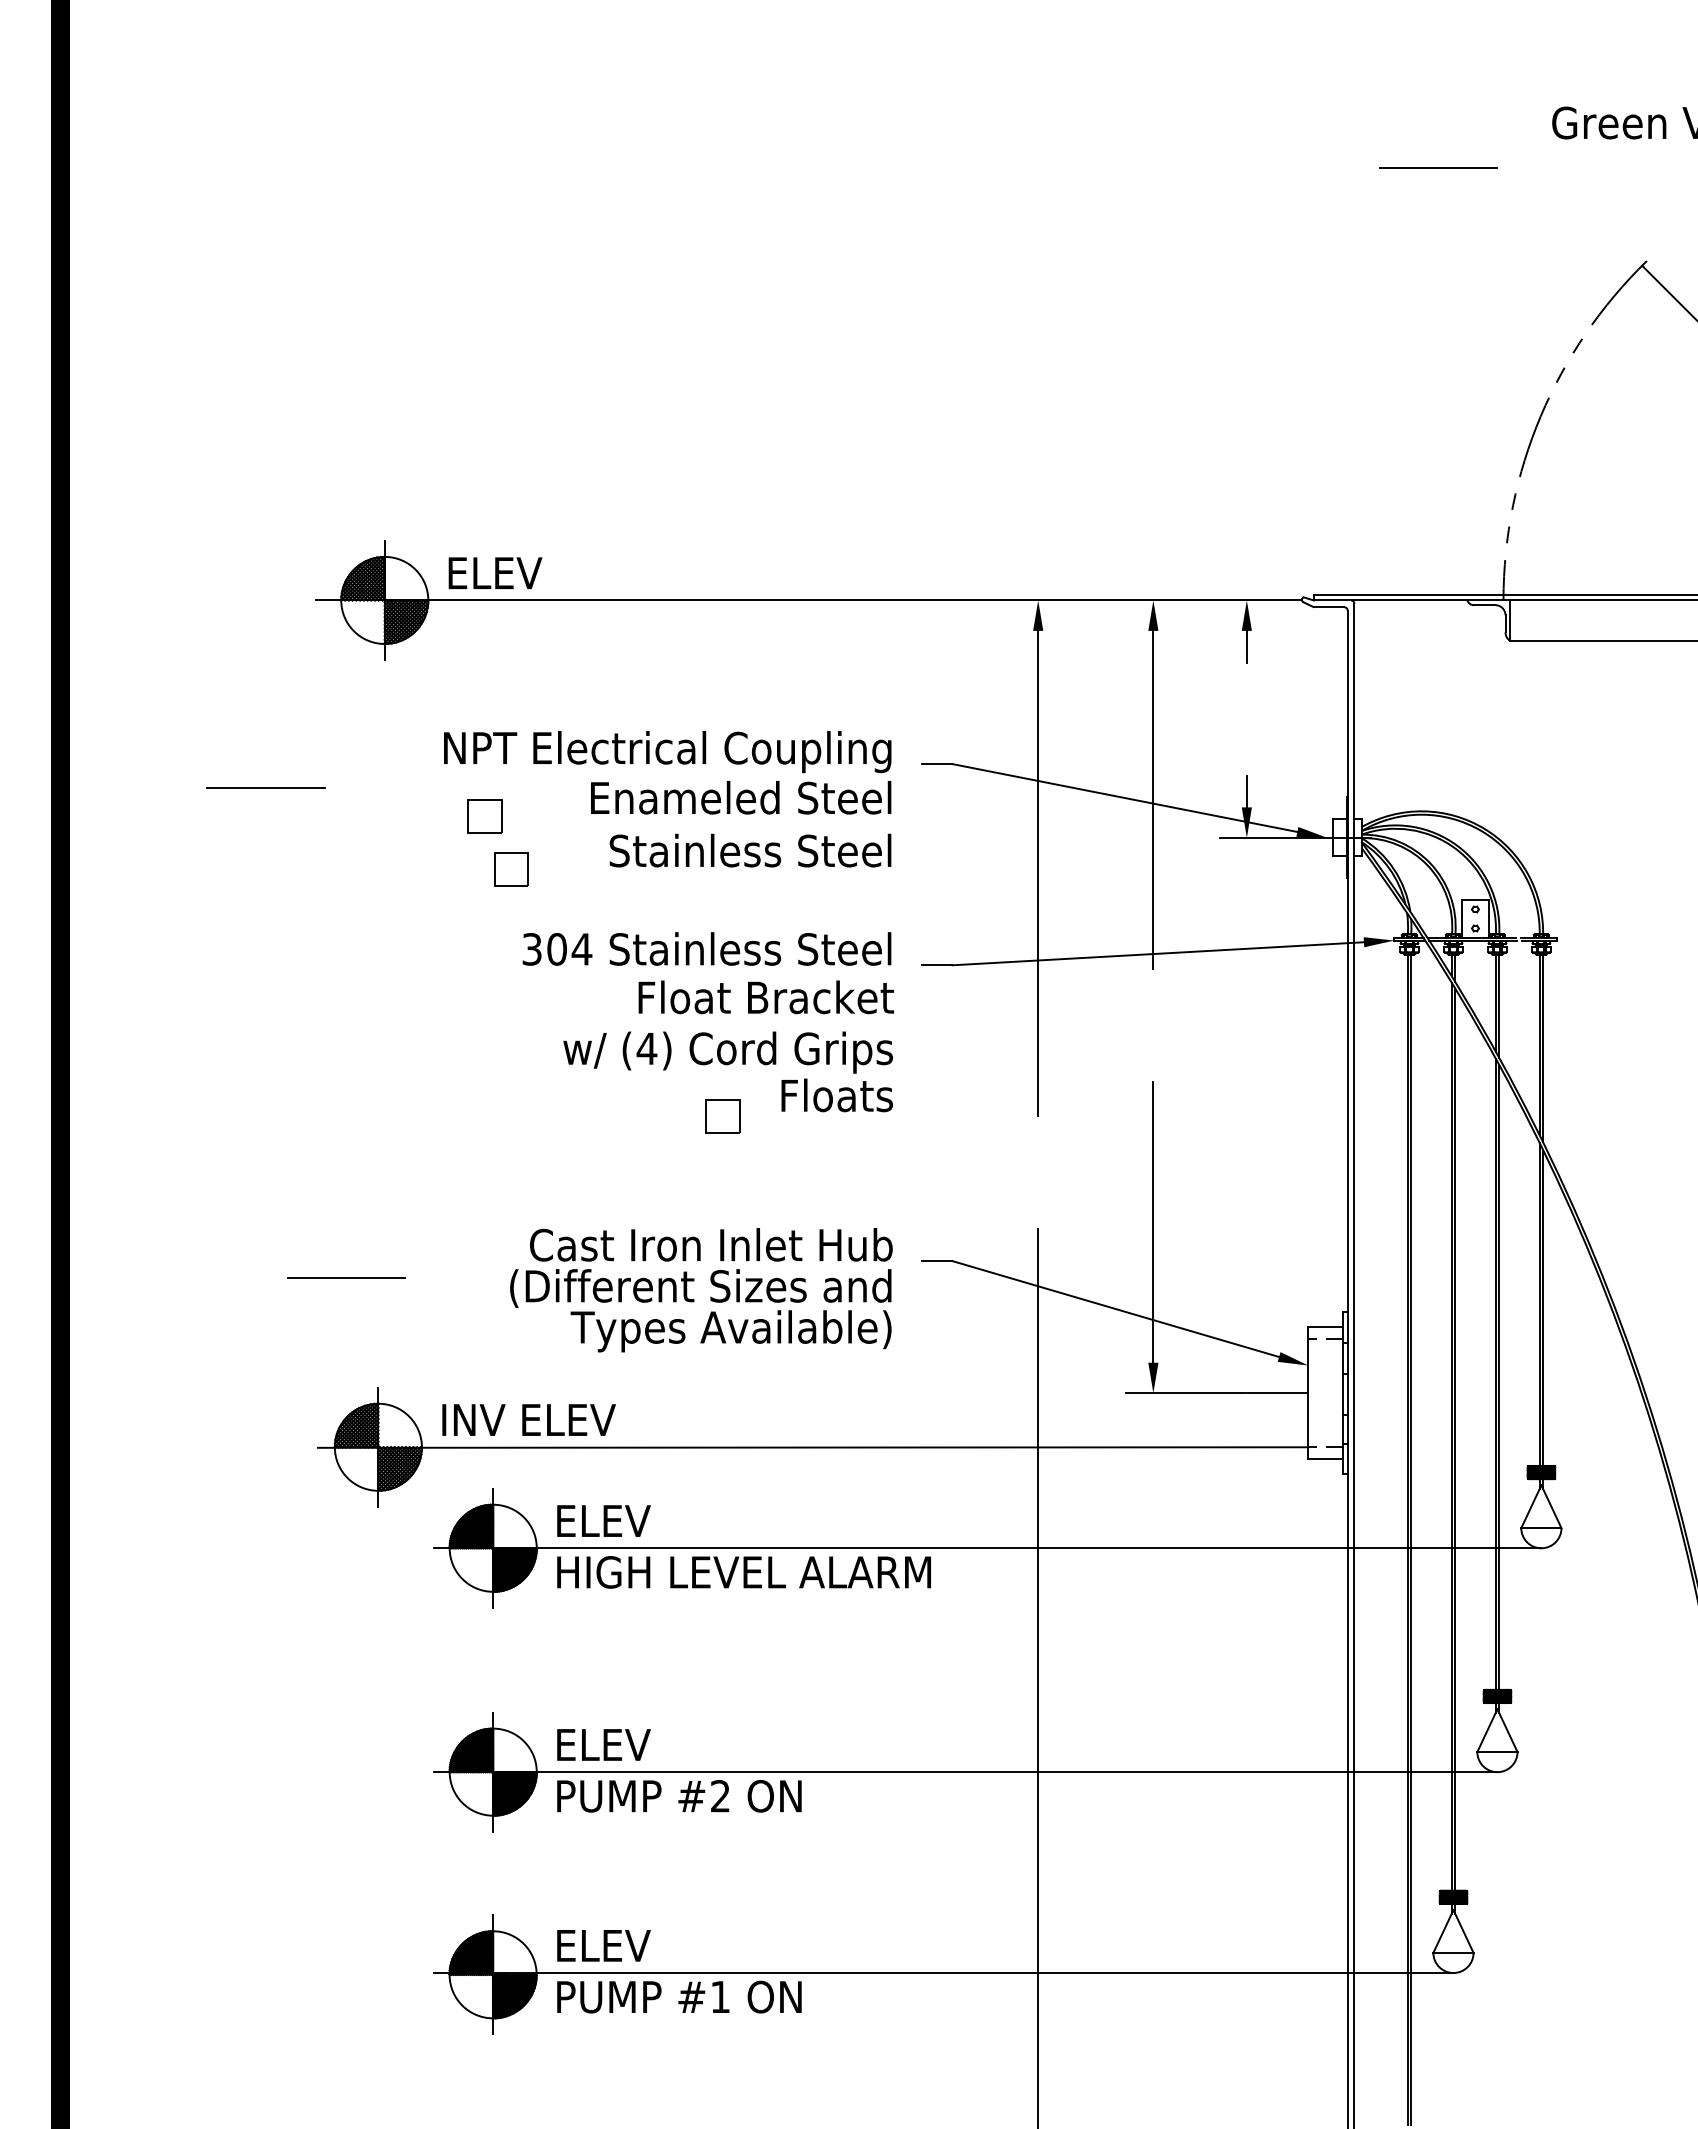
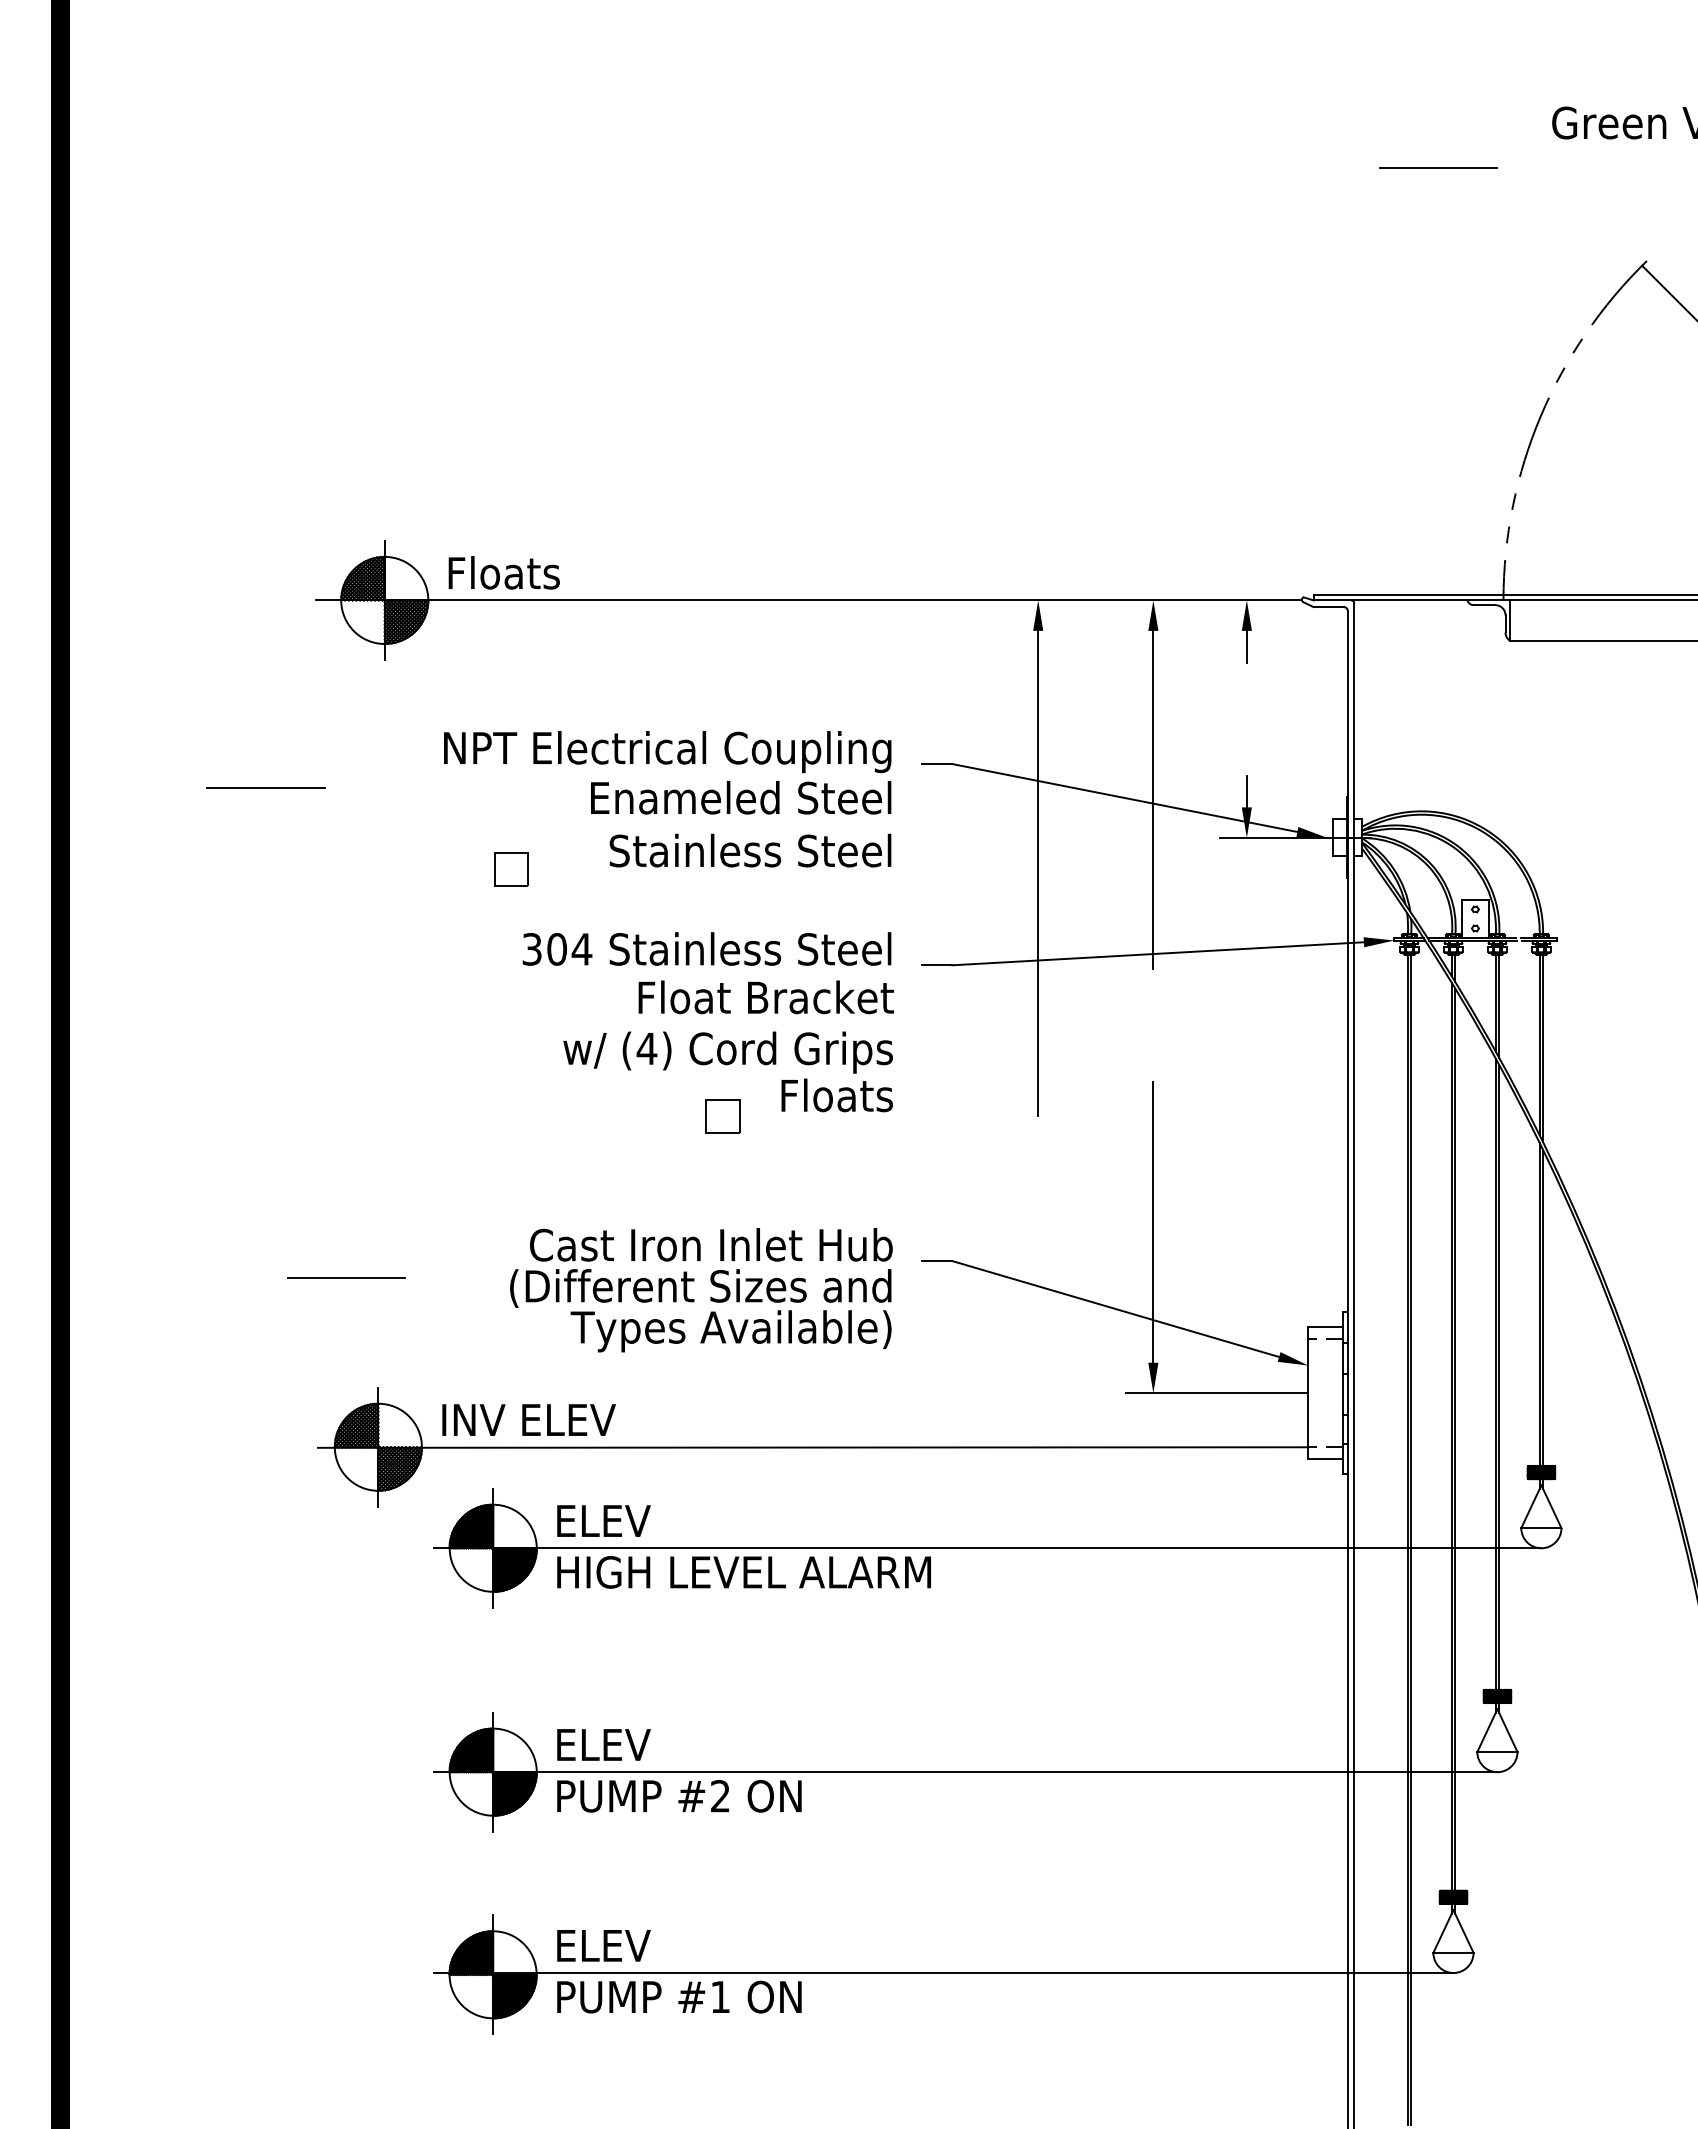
text at (505, 572): ELEV -> Floats
part at (484, 816): present -> none
line at (1038, 1676): present -> none
